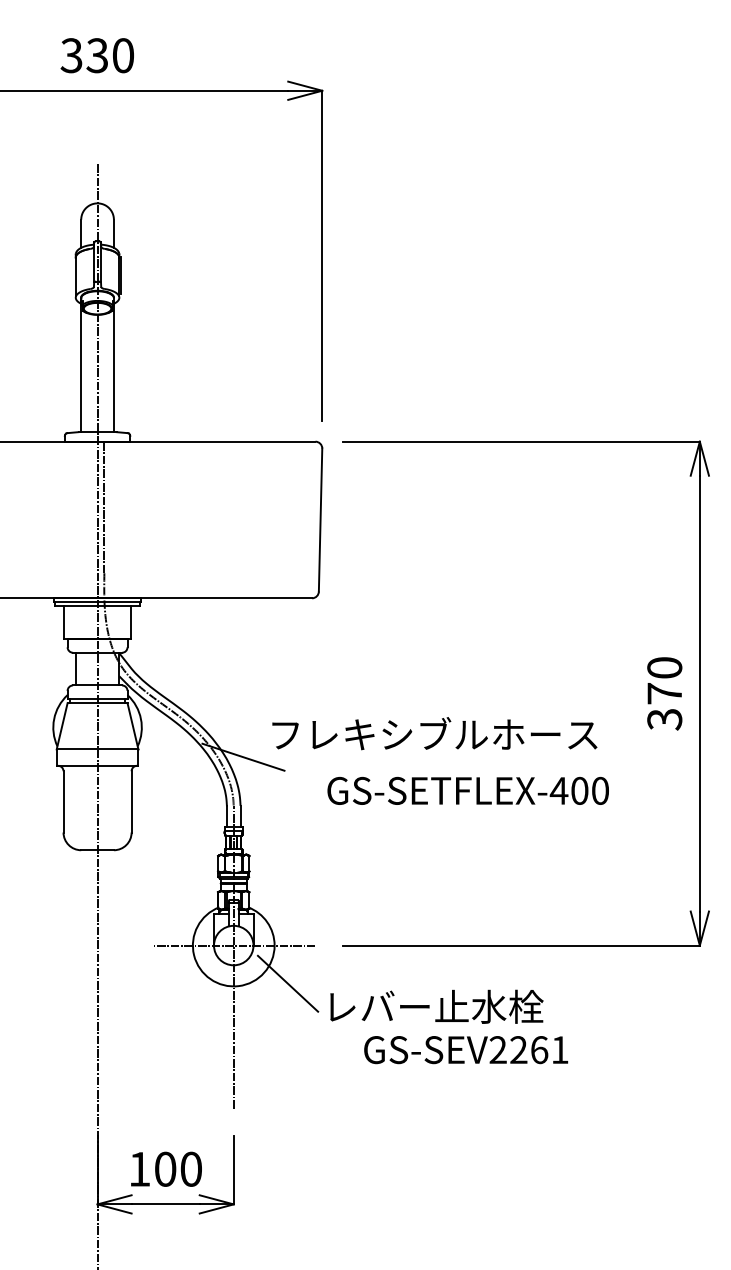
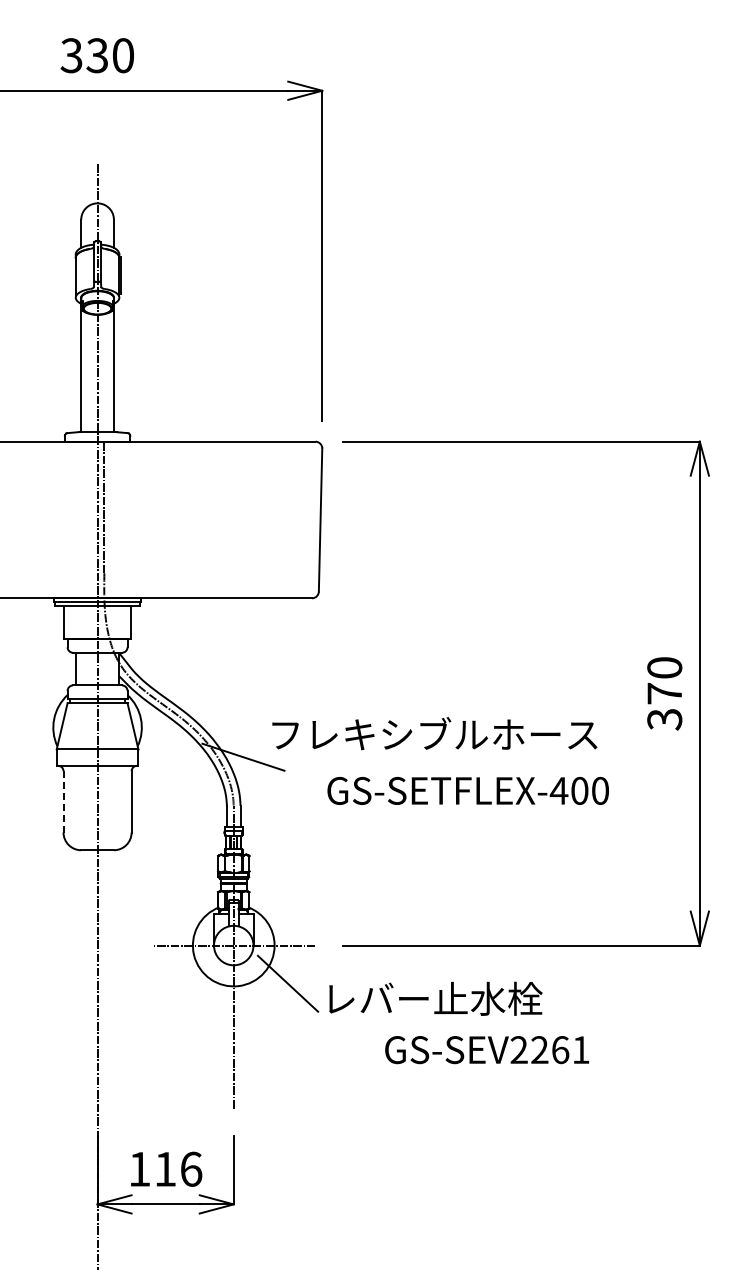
line at (63, 801): solid -> dashed
text at (436, 1006) position: (436, 1006) -> (435, 998)
text at (466, 1050) position: (466, 1050) -> (487, 1050)
text at (178, 1168): 100 -> 116
